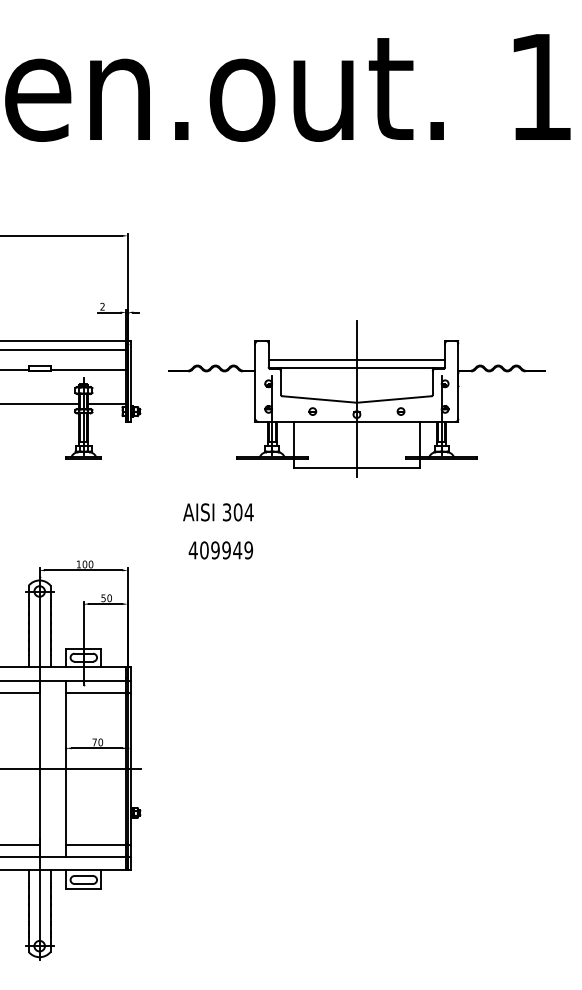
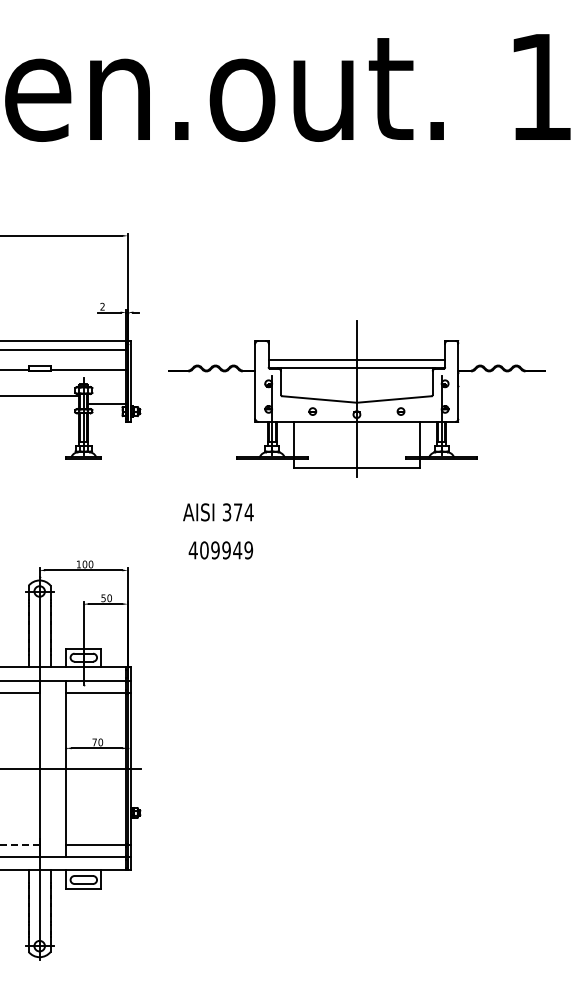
line at (40, 404) position: (40, 404) -> (40, 396)
text at (237, 512): 304 -> 374
line at (19, 844): solid -> dashed
